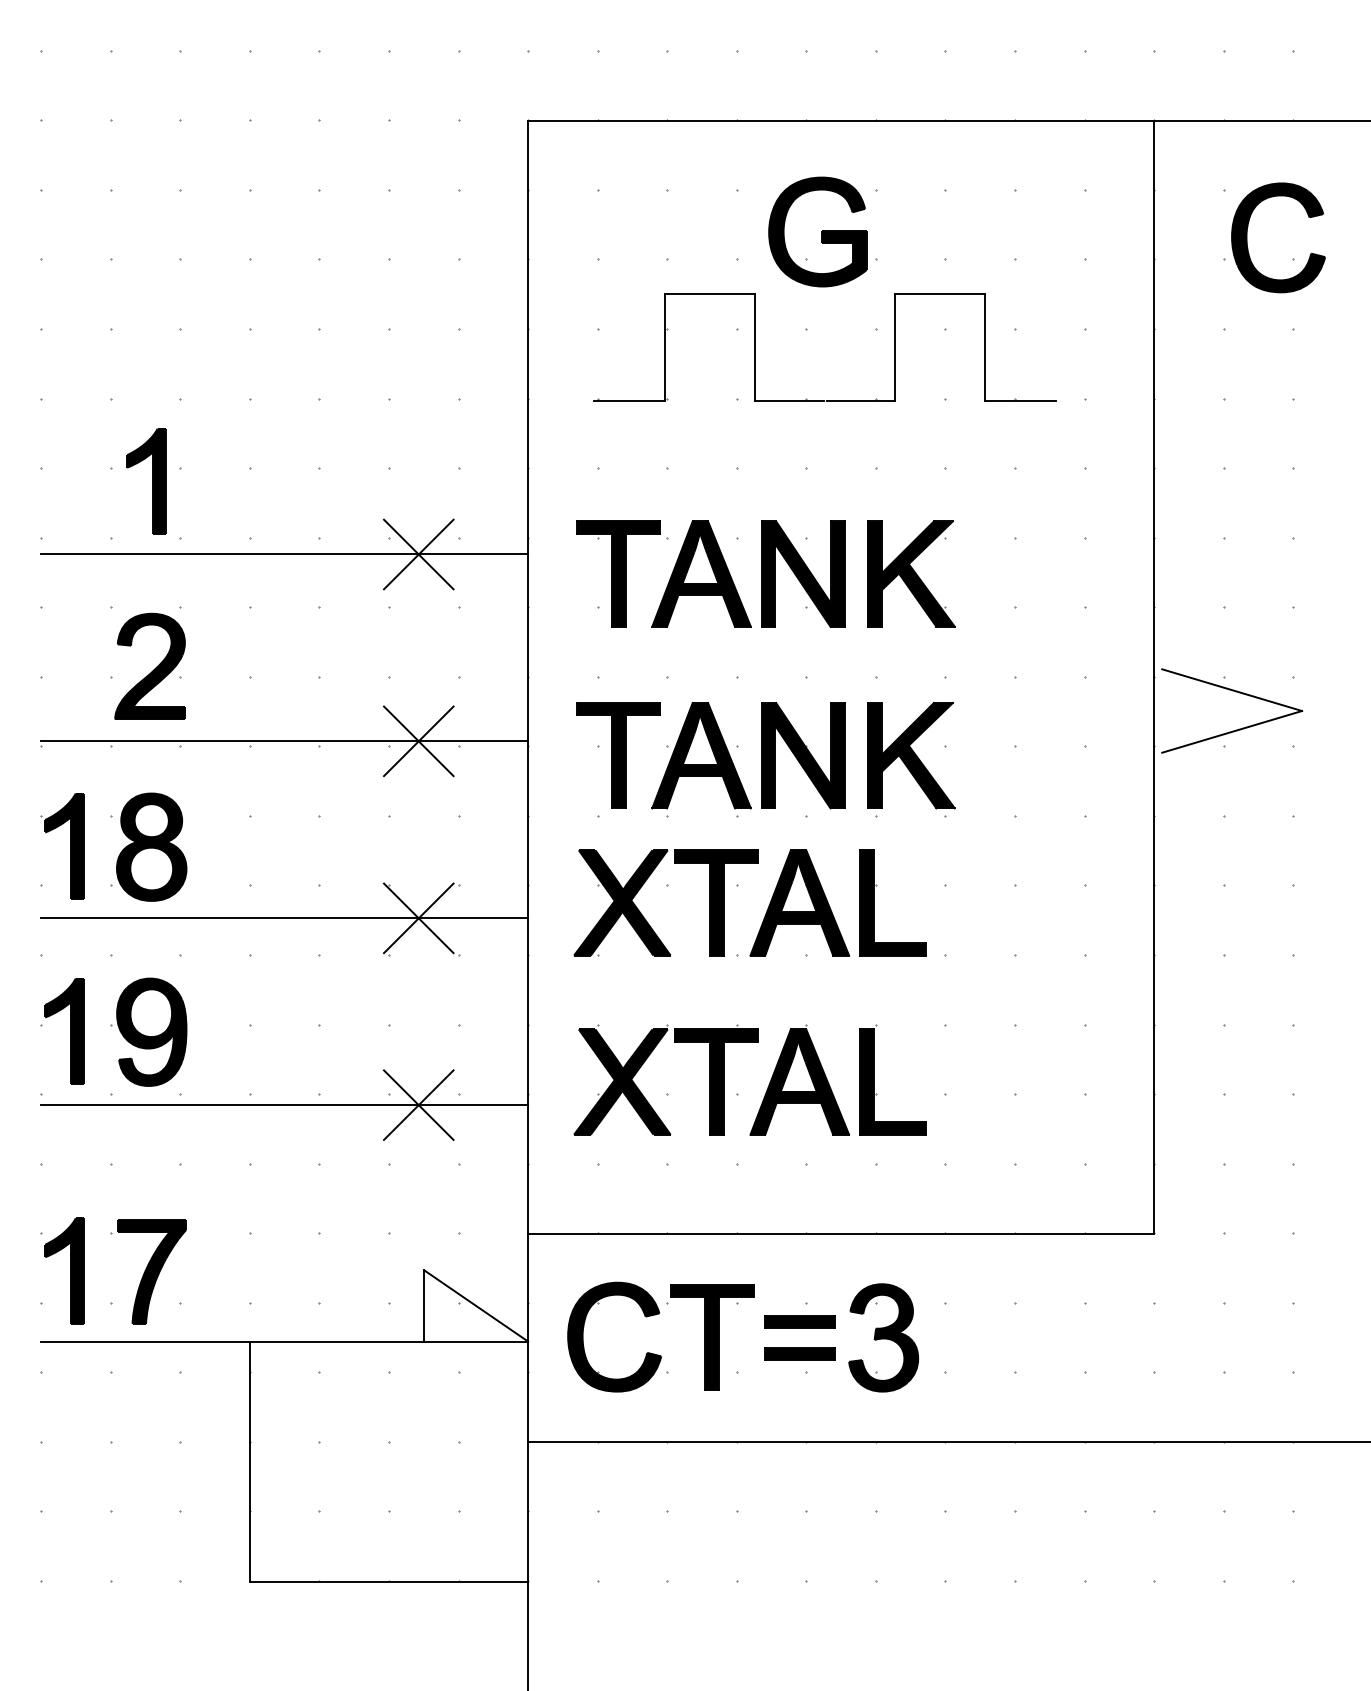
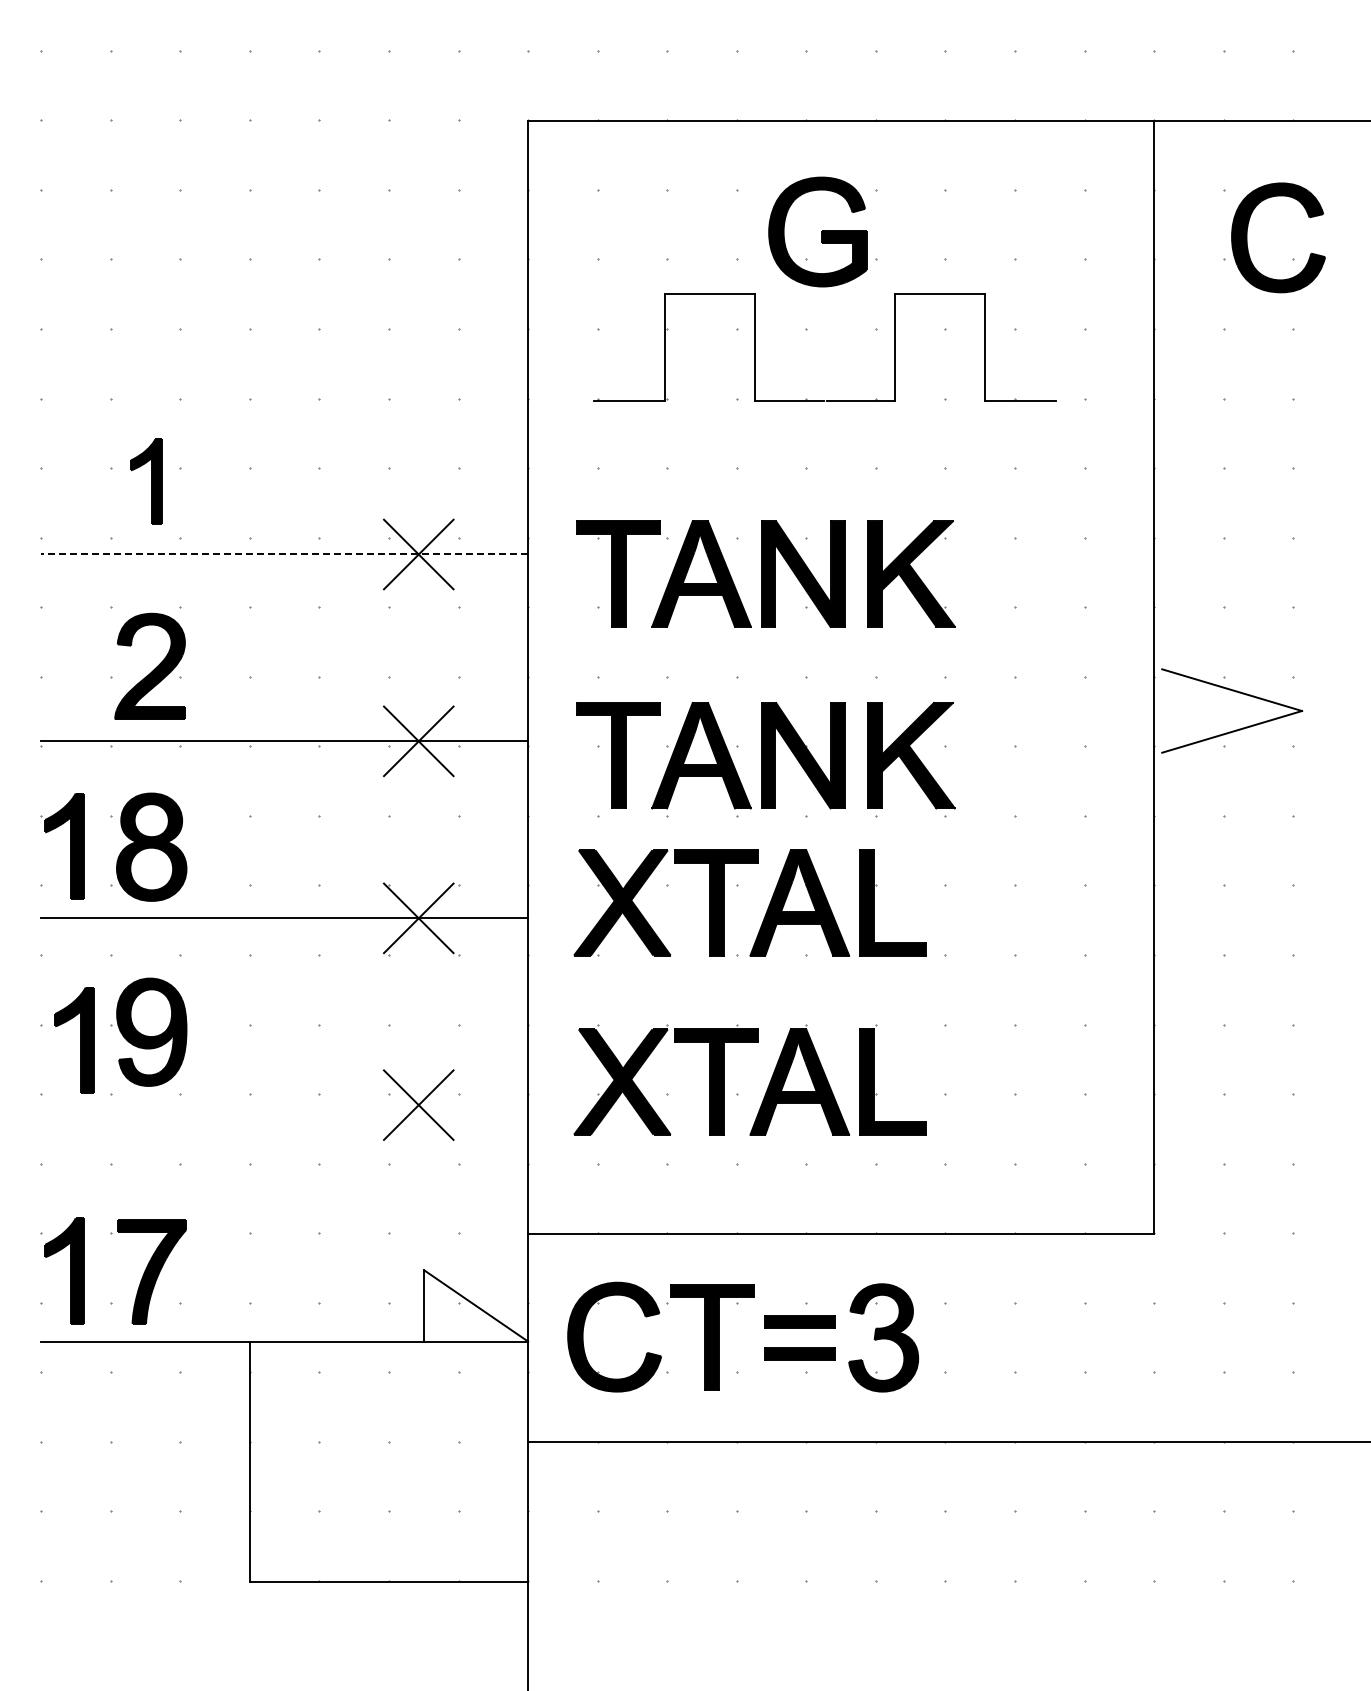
part at (146, 481) size: 41x107 px -> 33x87 px
line at (284, 554): solid -> dashed
part at (64, 1031) position: (64, 1031) -> (74, 1040)
line at (284, 1105): present -> none
